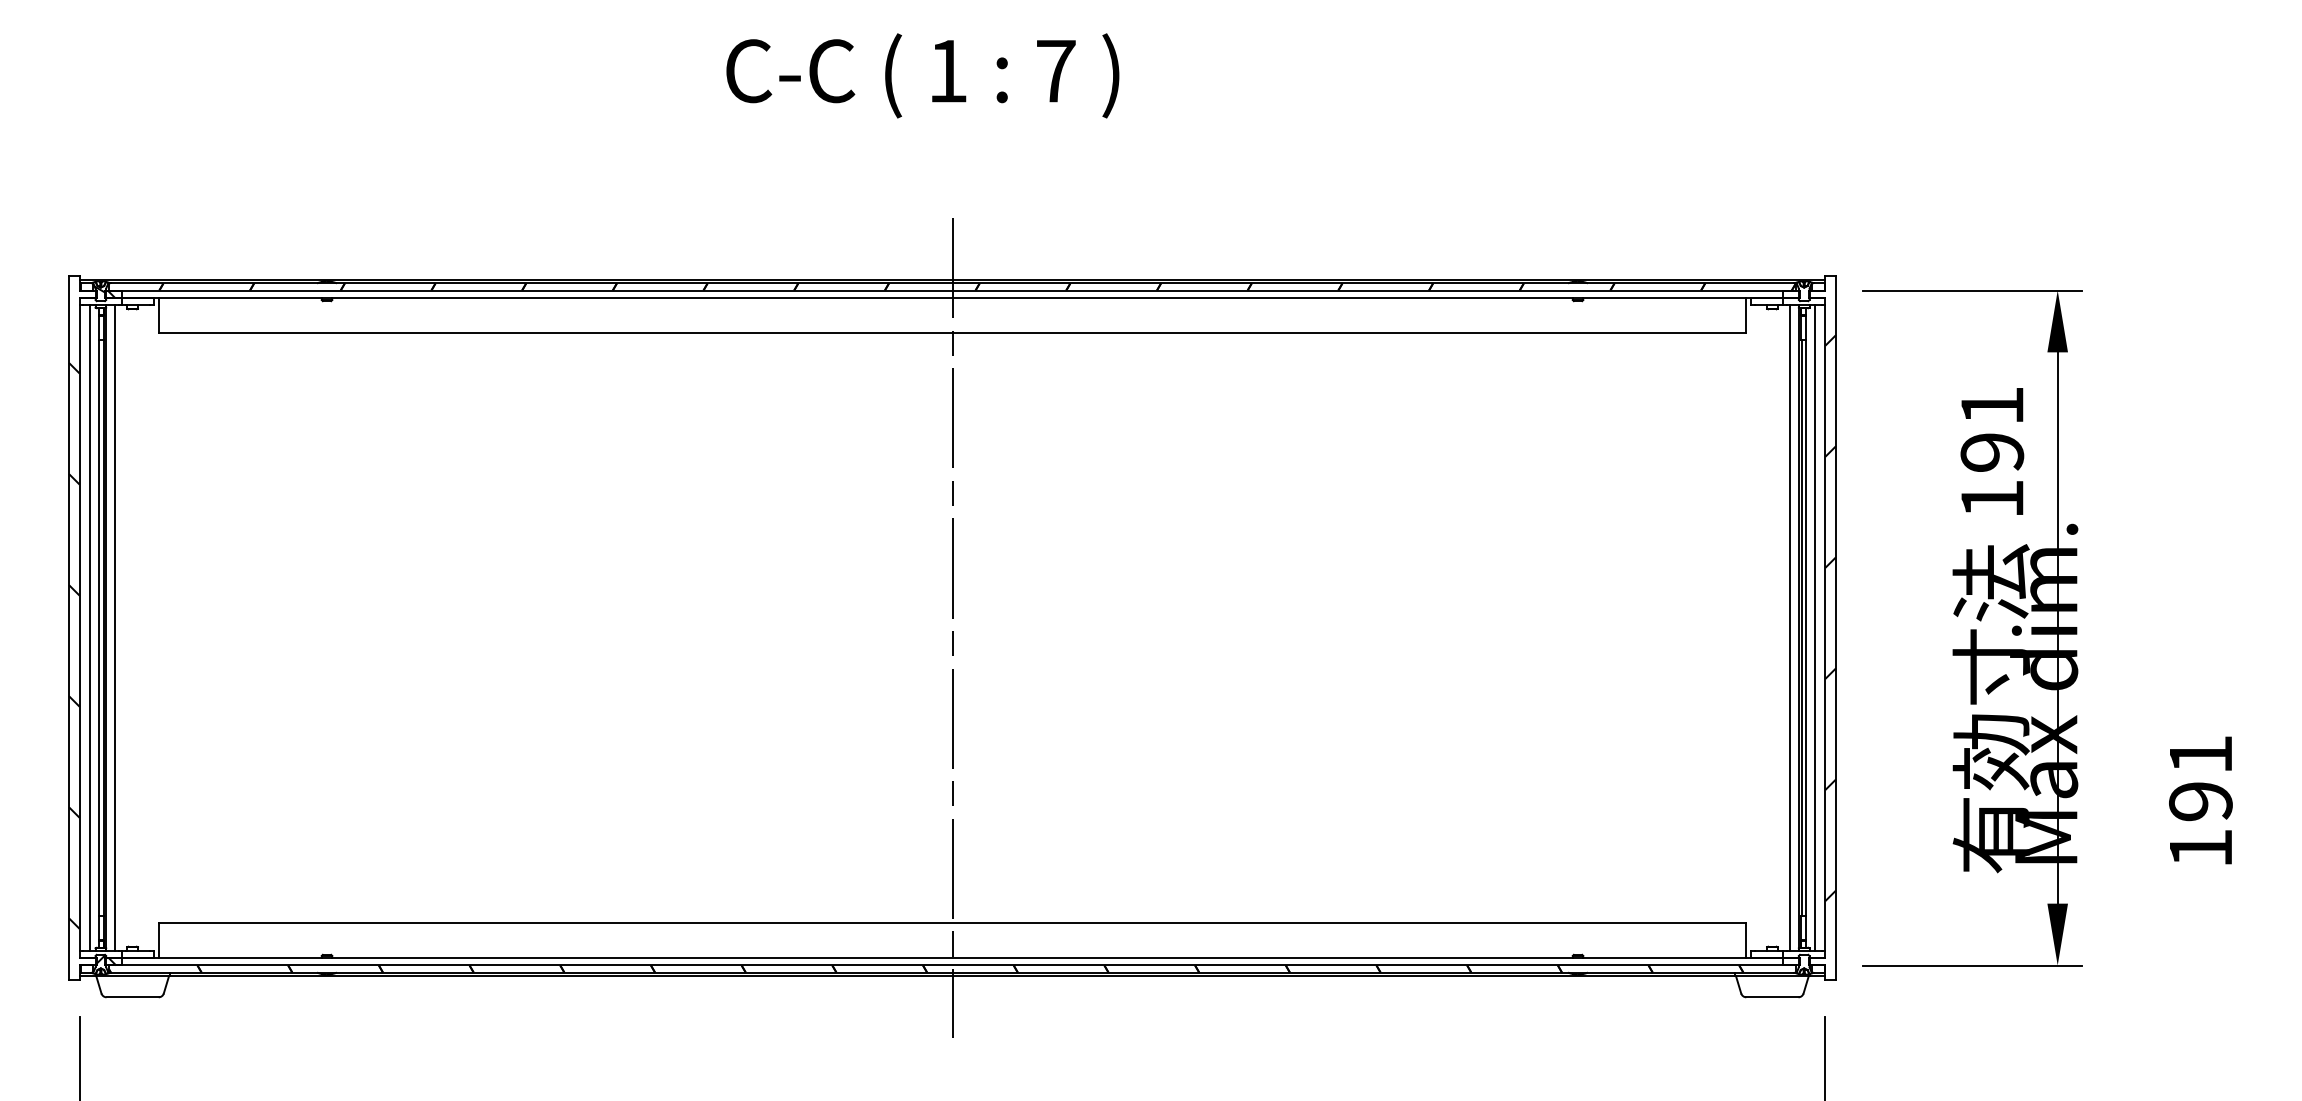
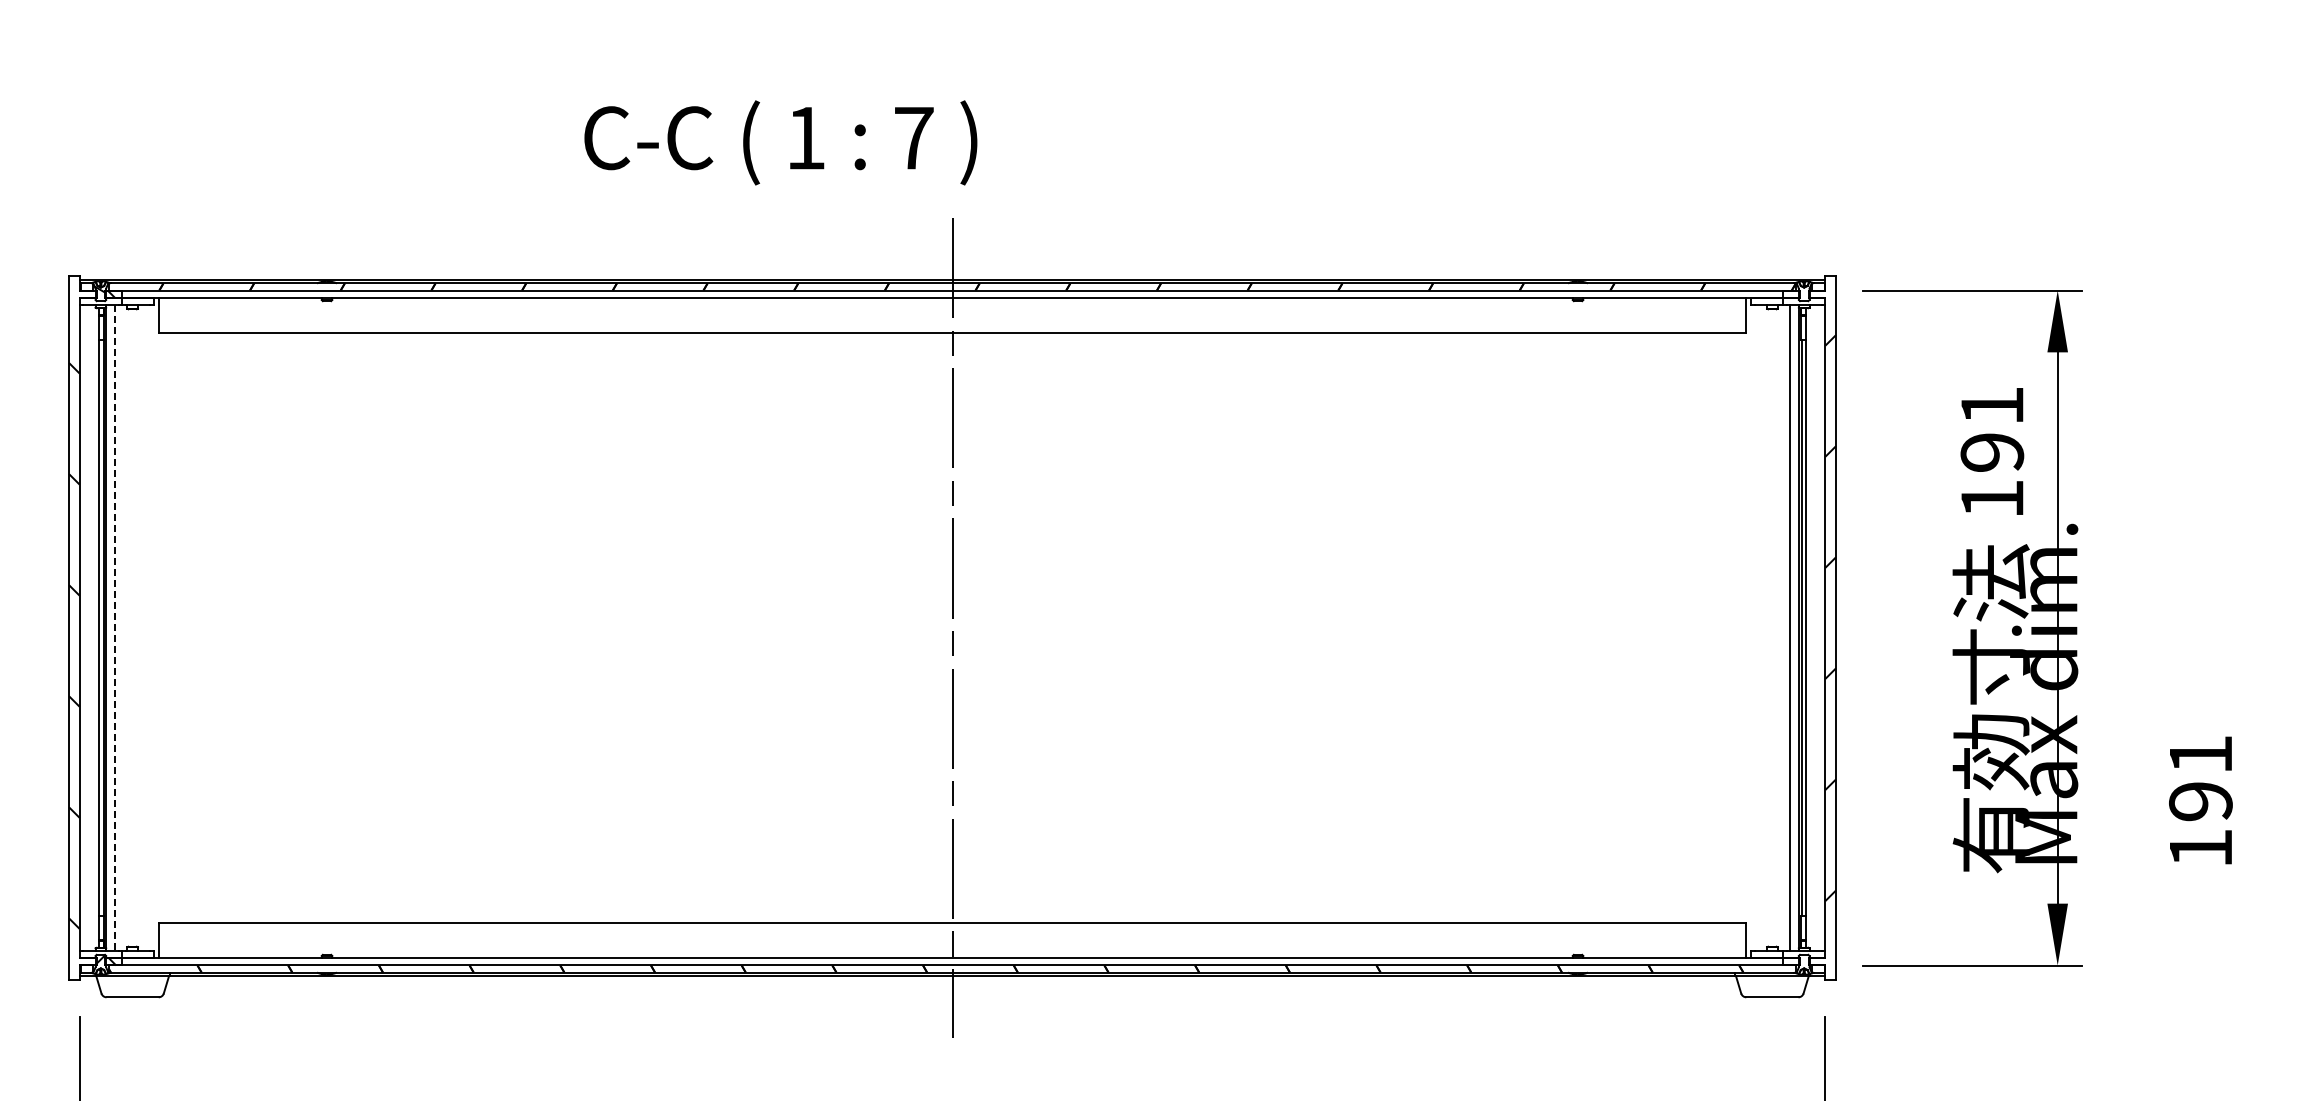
text at (922, 75) position: (922, 75) -> (780, 142)
line at (90, 628): present -> none
line at (115, 628): solid -> dashed
line at (1814, 628): present -> none
